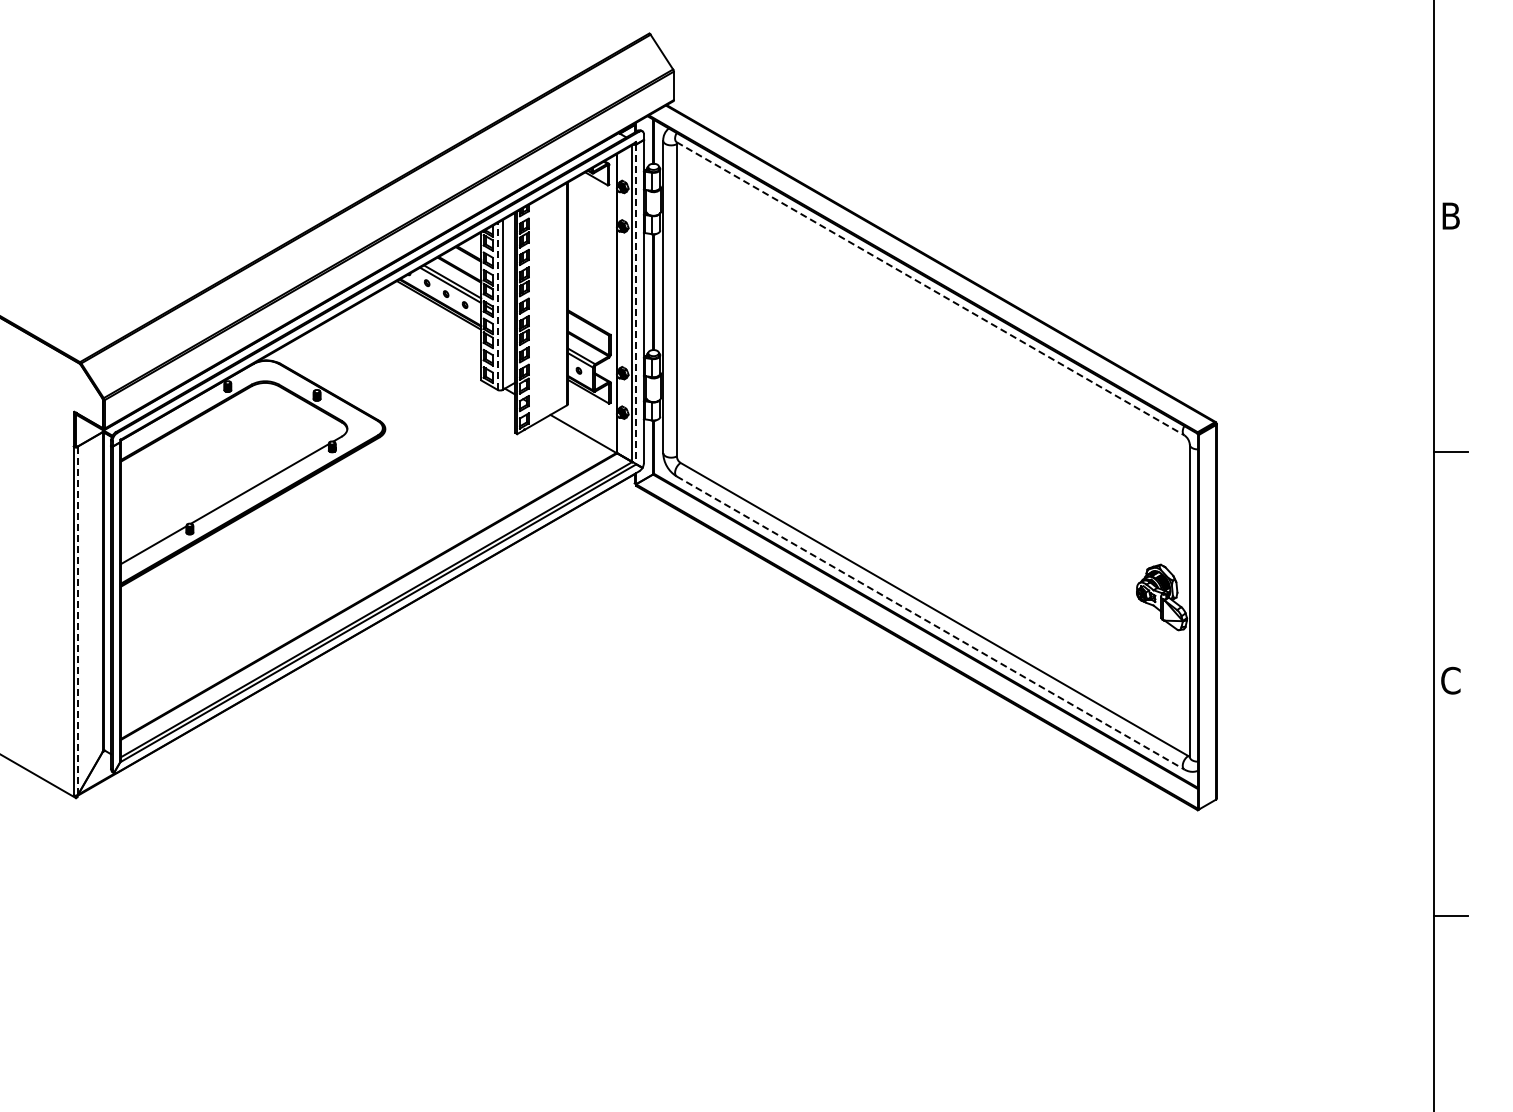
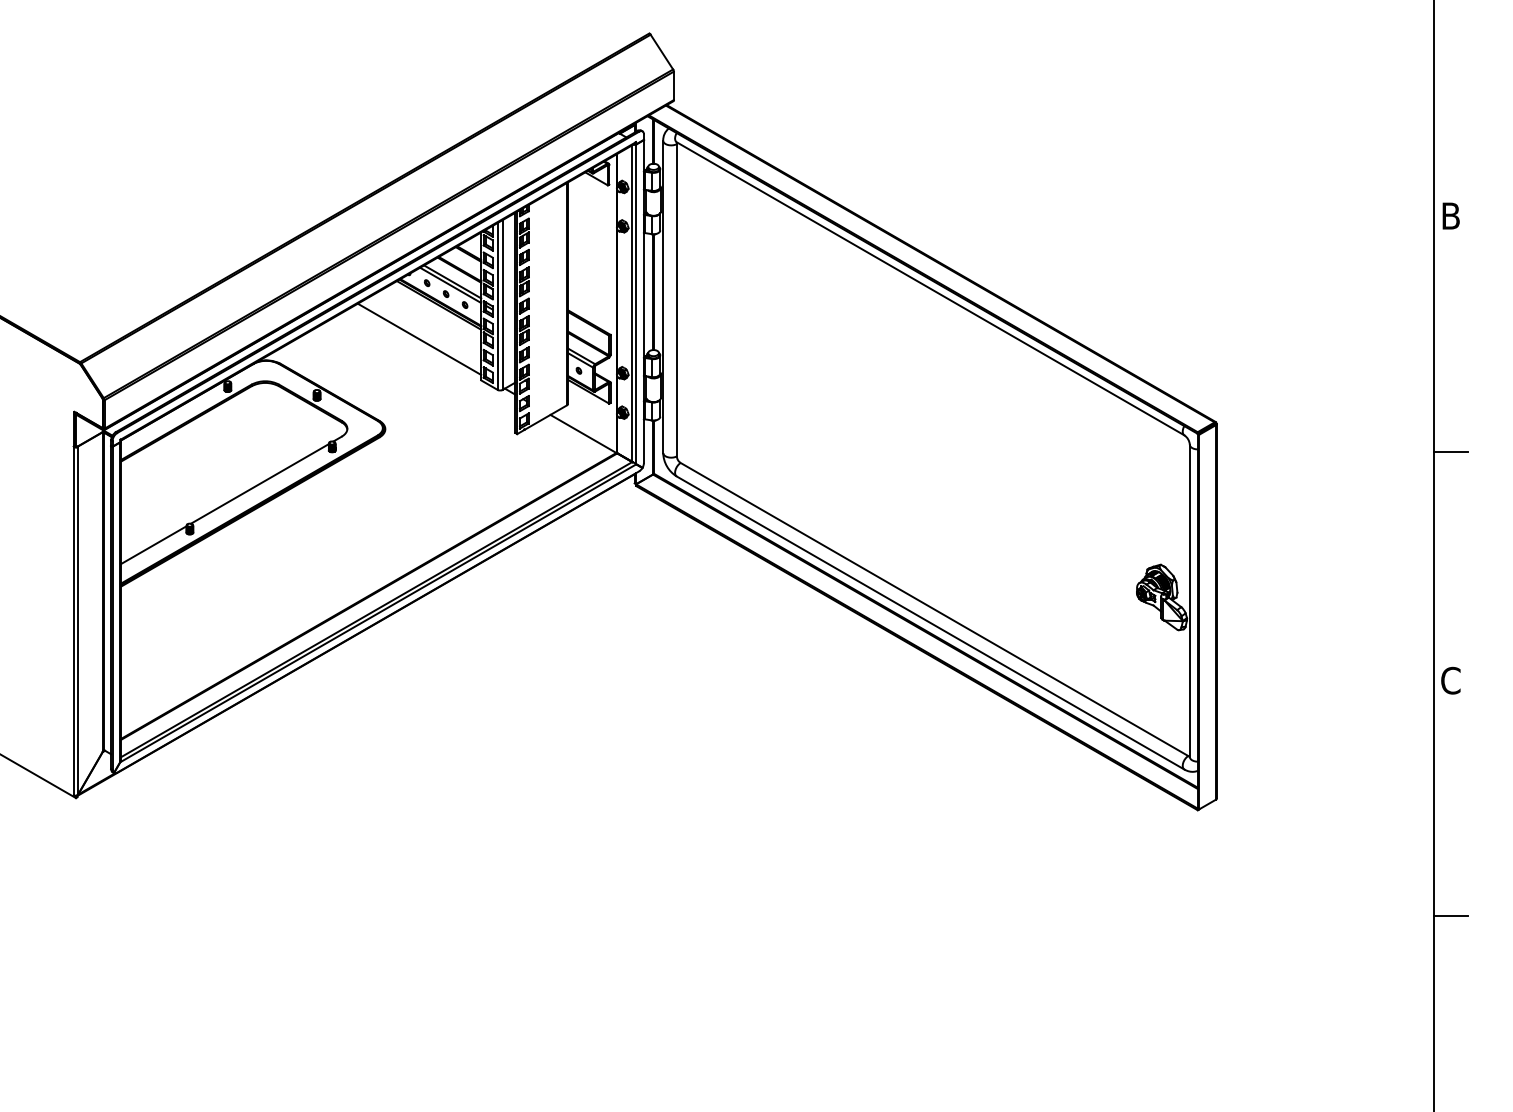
line at (931, 289): dashed -> solid
line at (636, 304): dashed -> solid
line at (497, 305): dashed -> solid
line at (419, 338): none -> present
line at (78, 621): dashed -> solid
line at (931, 623): dashed -> solid
